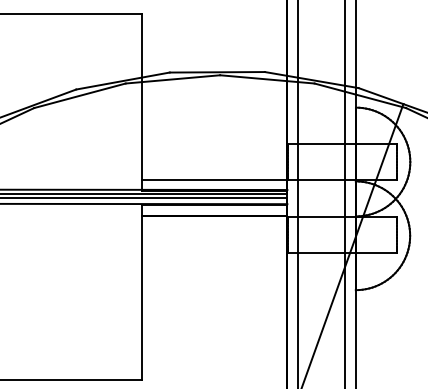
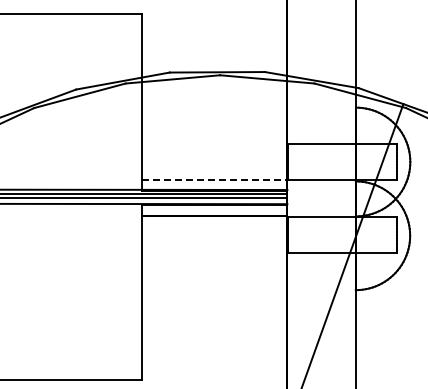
line at (214, 180): solid -> dashed
line at (298, 193): present -> none
line at (345, 193): present -> none
